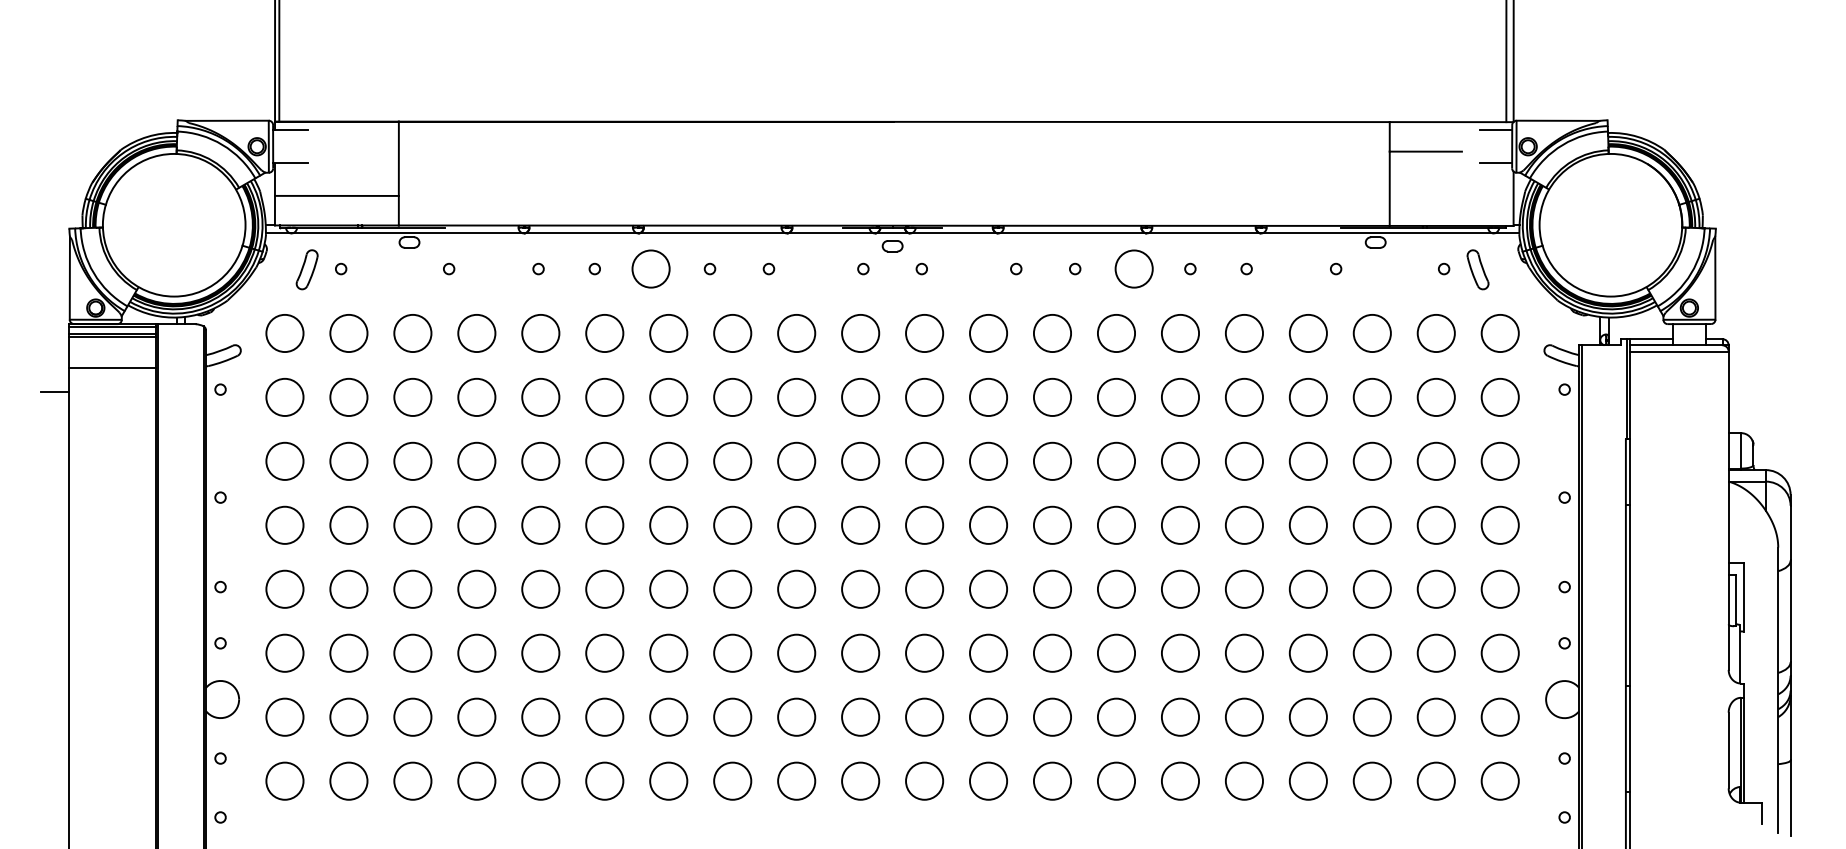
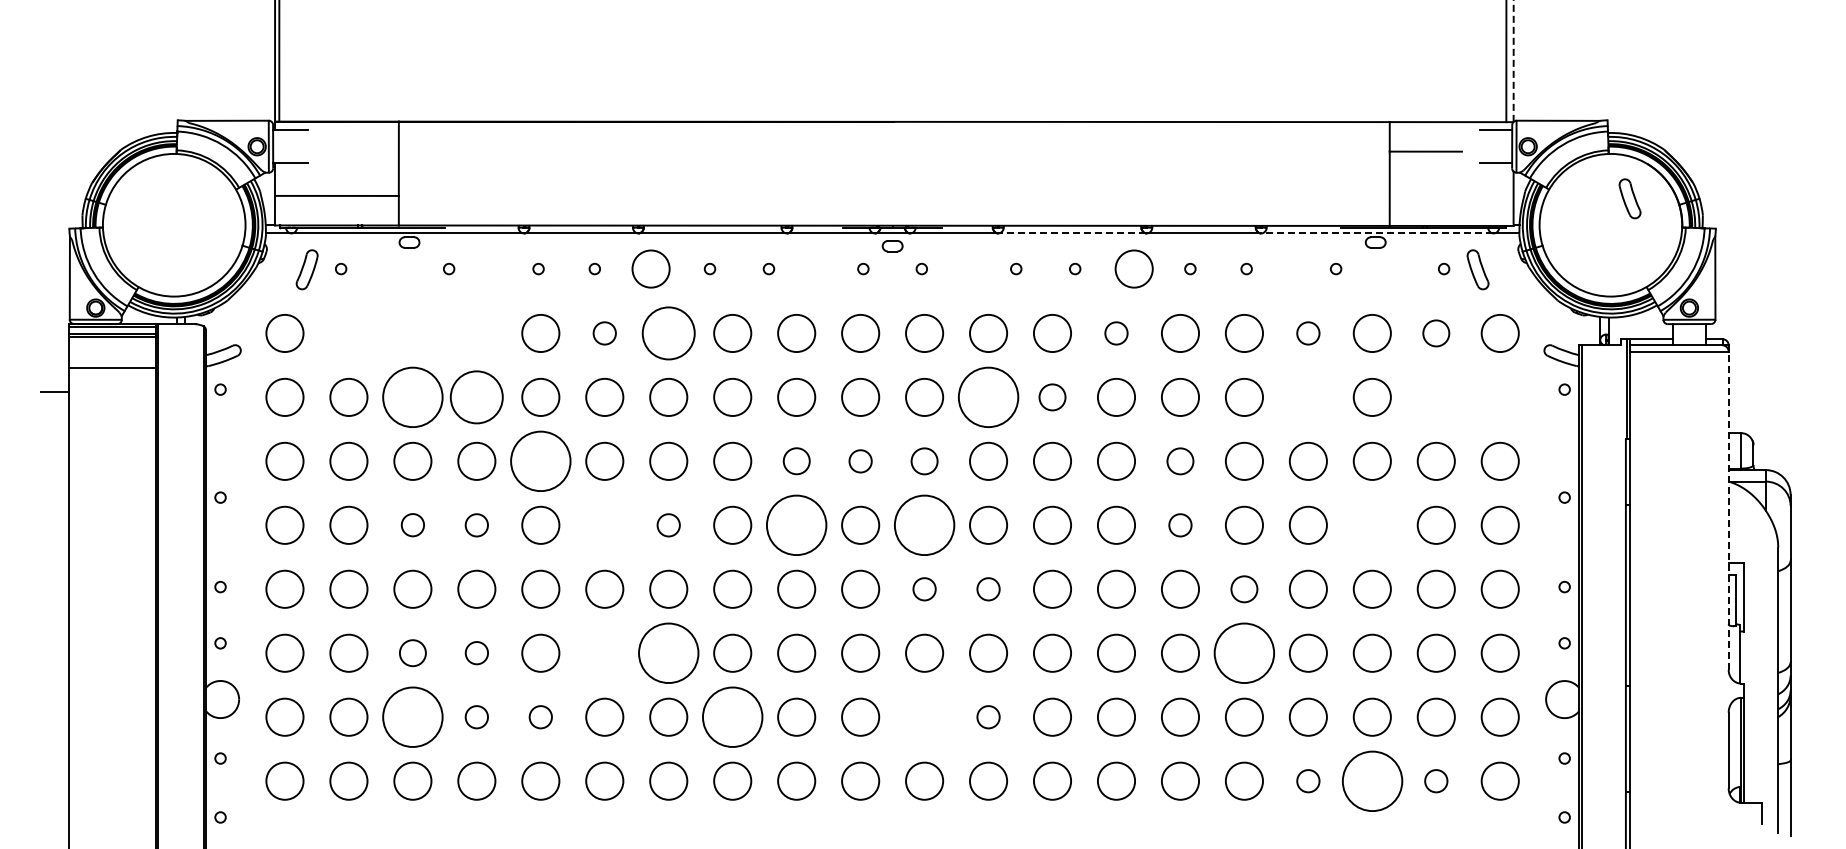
line at (1513, 61): solid -> dashed
part at (1629, 198): none -> present
line at (1072, 233): solid -> dashed
line at (1377, 233): solid -> dashed
circle at (348, 333): present -> none
circle at (412, 333): present -> none
circle at (476, 333): present -> none
circle at (604, 333) diameter: 37 px -> 22 px
circle at (668, 333) diameter: 37 px -> 52 px
circle at (1116, 333) diameter: 37 px -> 22 px
circle at (1307, 333) diameter: 37 px -> 22 px
circle at (1435, 333) diameter: 37 px -> 26 px
circle at (412, 397) diameter: 37 px -> 59 px
circle at (476, 397) size: 40x39 px -> 55x55 px
circle at (988, 397) diameter: 37 px -> 59 px
circle at (1052, 397) diameter: 37 px -> 26 px
circle at (1307, 397): present -> none
circle at (1435, 397): present -> none
circle at (1499, 397): present -> none
circle at (540, 460) diameter: 37 px -> 59 px
circle at (796, 460) size: 40x40 px -> 29x29 px
circle at (860, 460) diameter: 37 px -> 22 px
circle at (924, 460) diameter: 37 px -> 26 px
circle at (1180, 460) diameter: 37 px -> 26 px
line at (1728, 510): solid -> dashed
circle at (412, 524) size: 40x40 px -> 25x25 px
circle at (476, 524) diameter: 37 px -> 22 px
circle at (604, 524): present -> none
circle at (668, 524) diameter: 37 px -> 22 px
circle at (796, 524) diameter: 37 px -> 59 px
circle at (924, 524) diameter: 37 px -> 59 px
circle at (1180, 524) diameter: 37 px -> 22 px
circle at (1371, 524): present -> none
circle at (924, 588) diameter: 37 px -> 22 px
circle at (988, 588) diameter: 37 px -> 22 px
circle at (1244, 588) diameter: 37 px -> 26 px
circle at (412, 652) size: 40x40 px -> 28x29 px
circle at (476, 652) size: 40x40 px -> 25x25 px
circle at (604, 652): present -> none
circle at (668, 652) diameter: 37 px -> 59 px
circle at (1244, 652) diameter: 37 px -> 59 px
circle at (412, 716) diameter: 37 px -> 59 px
circle at (476, 716) diameter: 37 px -> 22 px
circle at (540, 716) diameter: 37 px -> 22 px
circle at (732, 716) diameter: 37 px -> 59 px
circle at (924, 716): present -> none
circle at (988, 716) diameter: 37 px -> 22 px
circle at (1307, 780) diameter: 37 px -> 22 px
circle at (1371, 780) size: 40x40 px -> 62x62 px
circle at (1435, 780) diameter: 37 px -> 22 px
